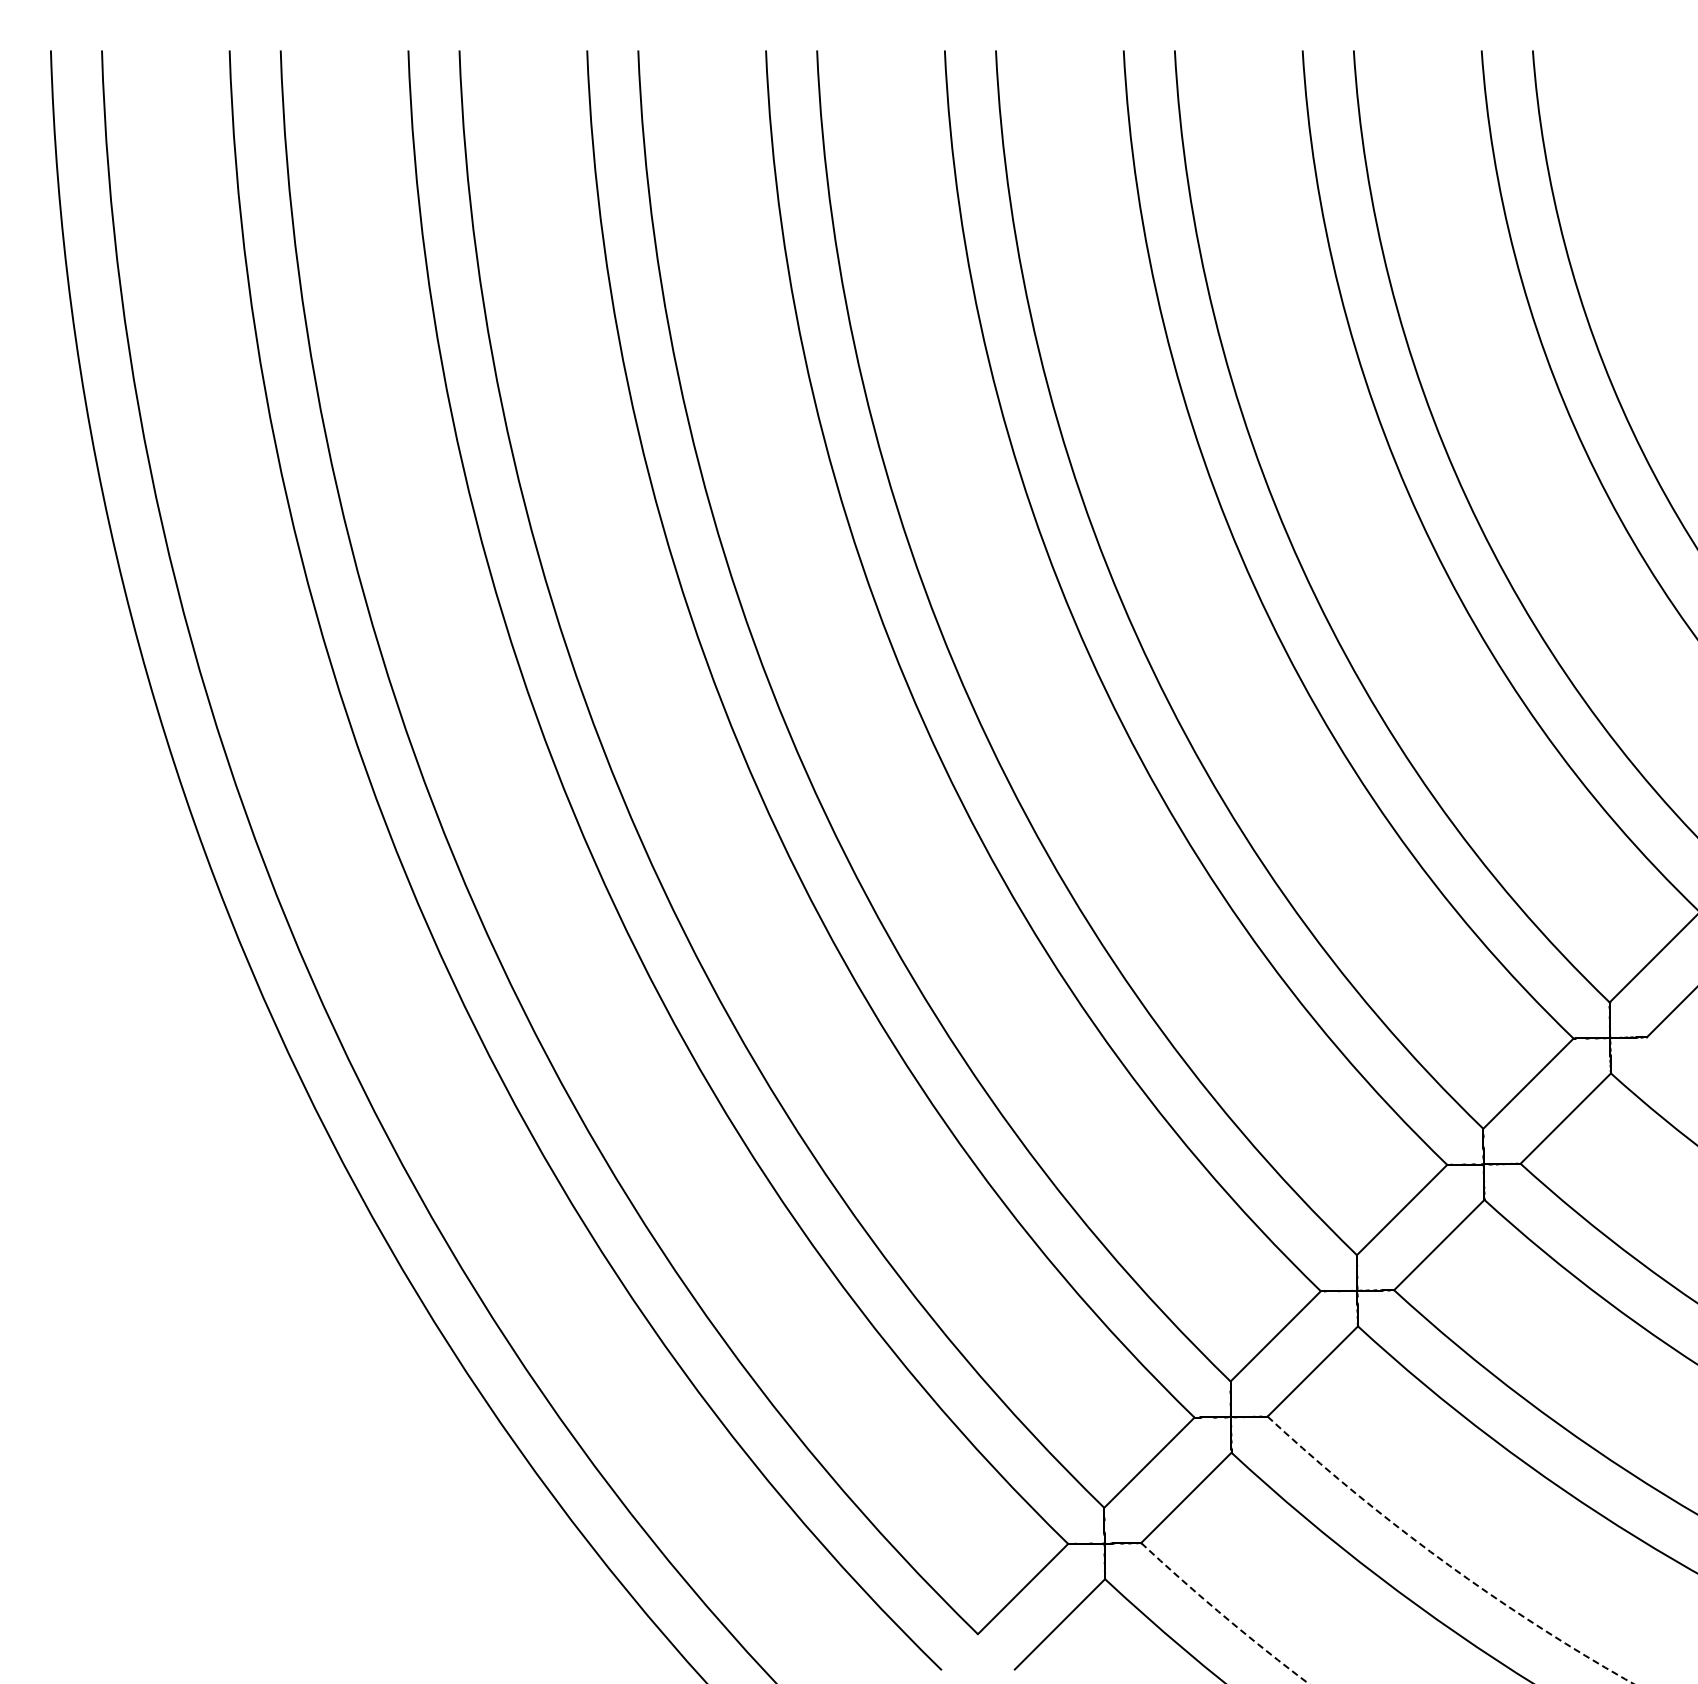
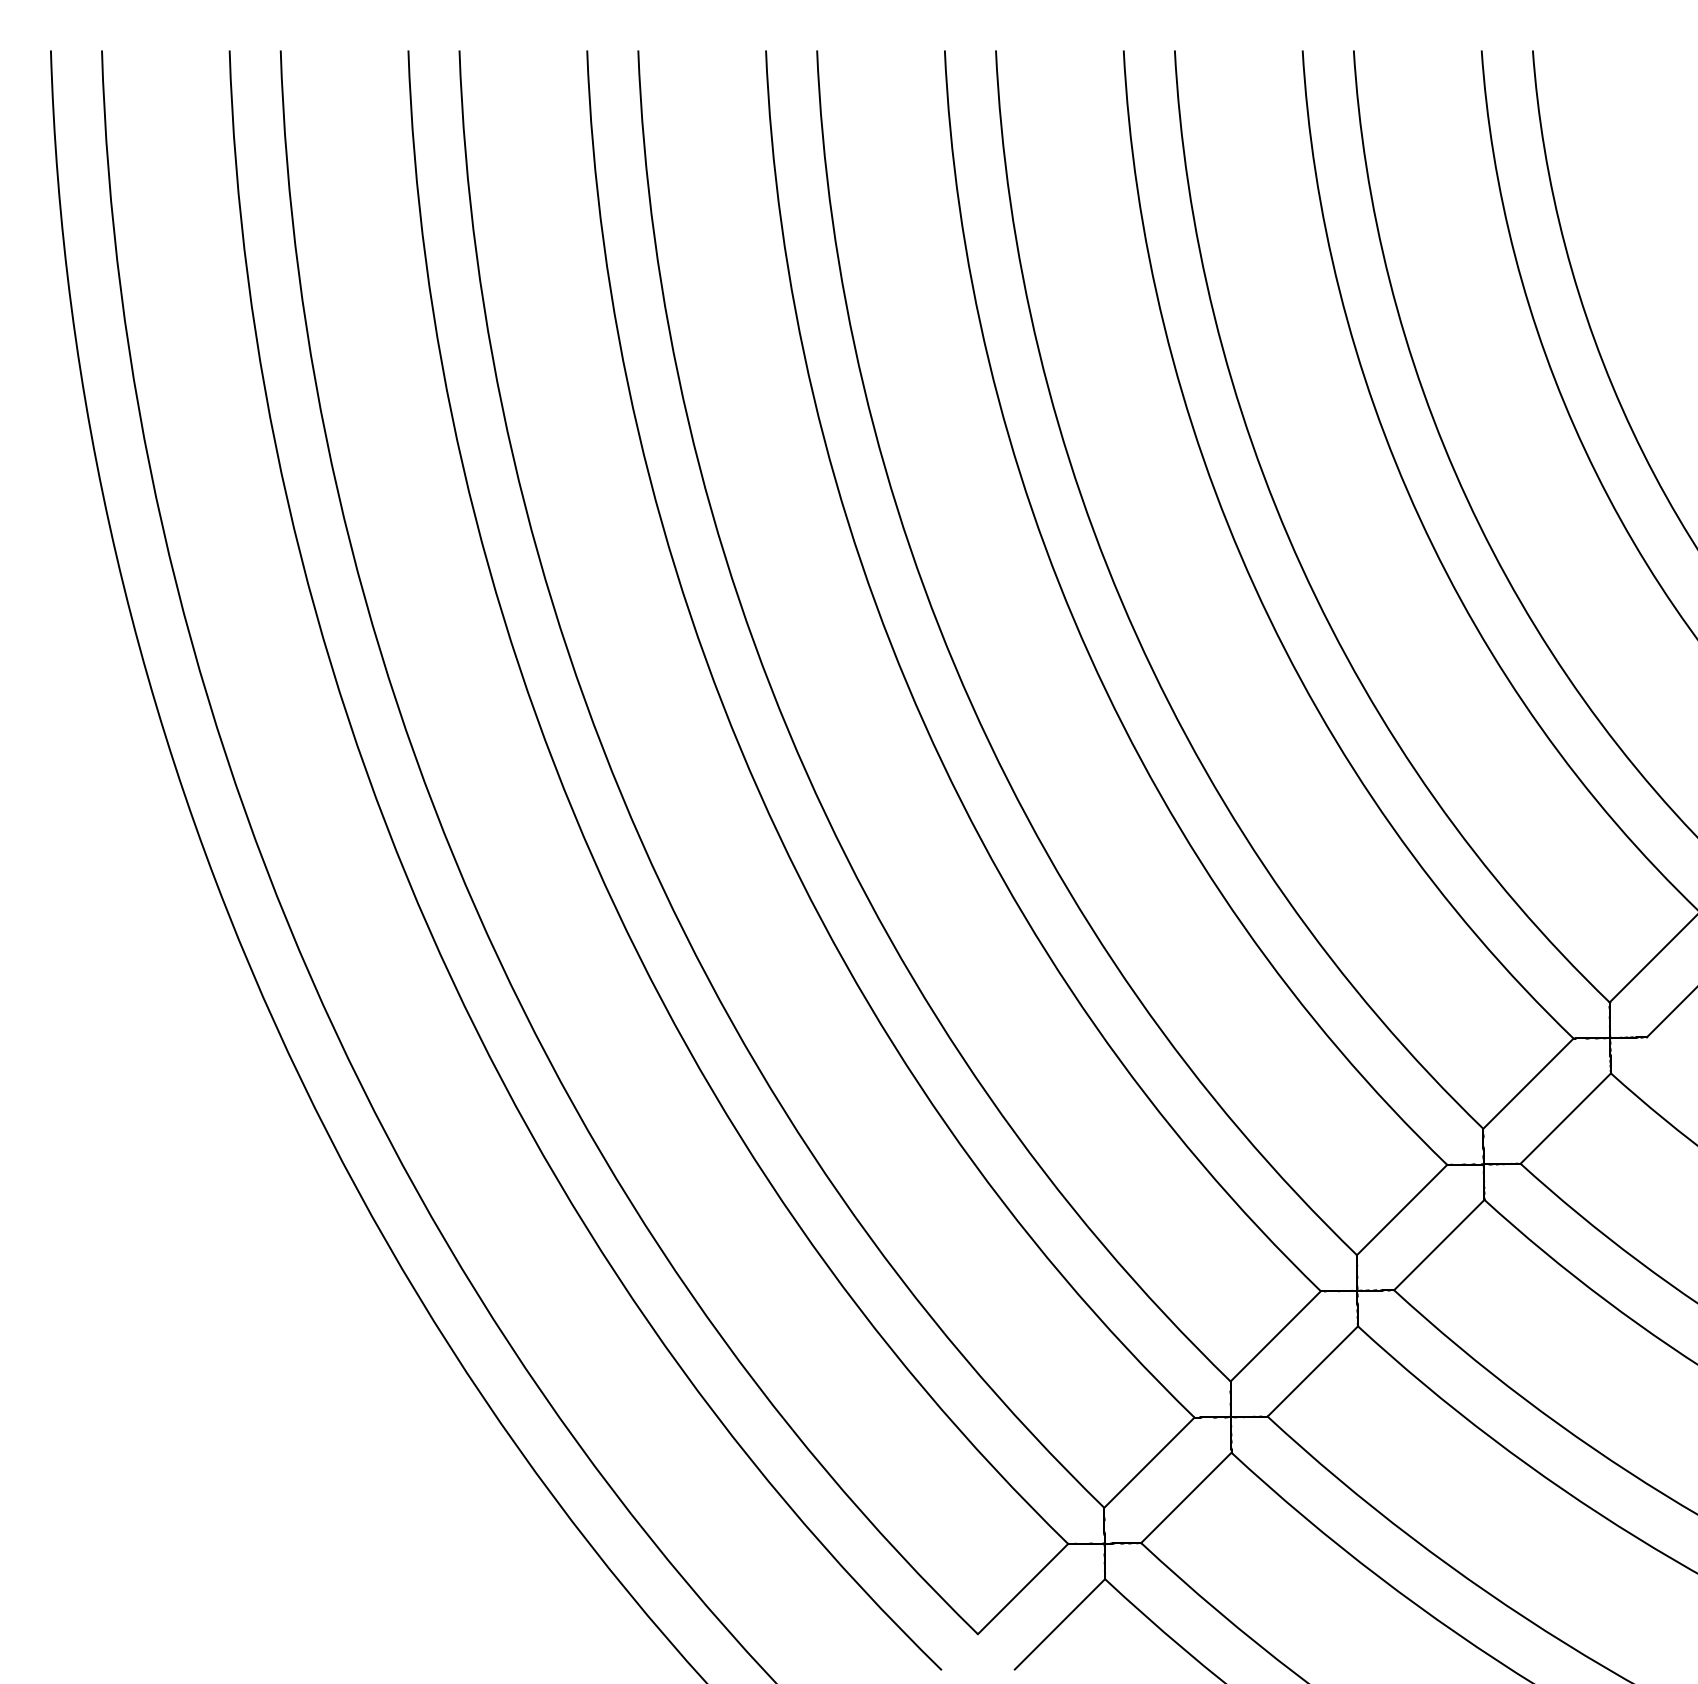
arc at (1444, 1561): dashed -> solid
arc at (1223, 1615): dashed -> solid
